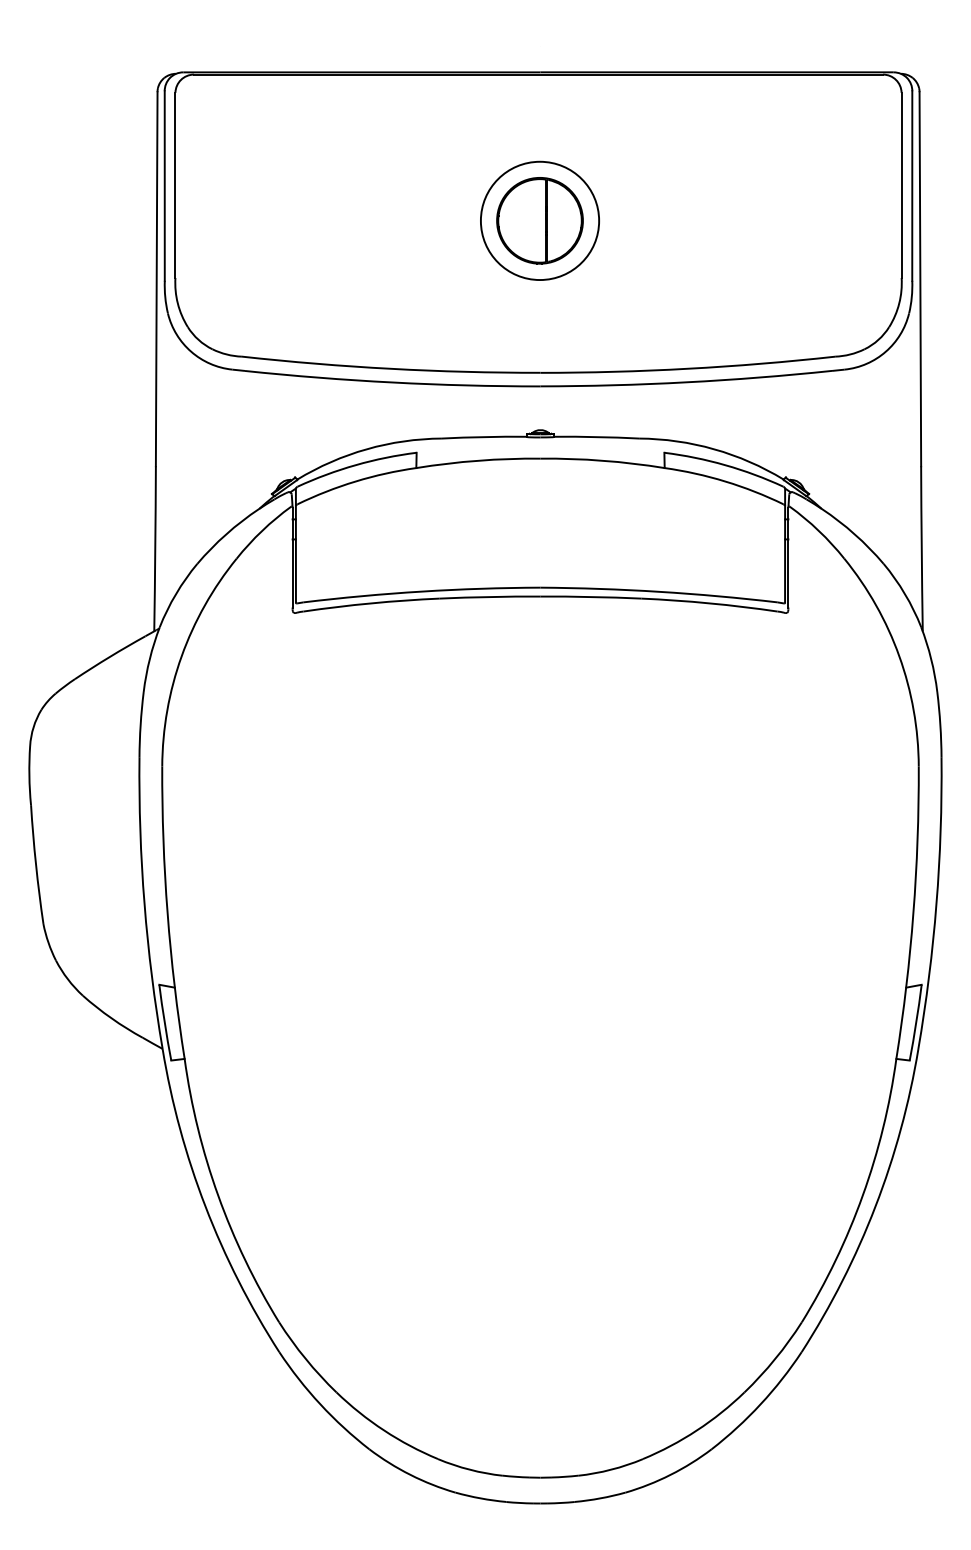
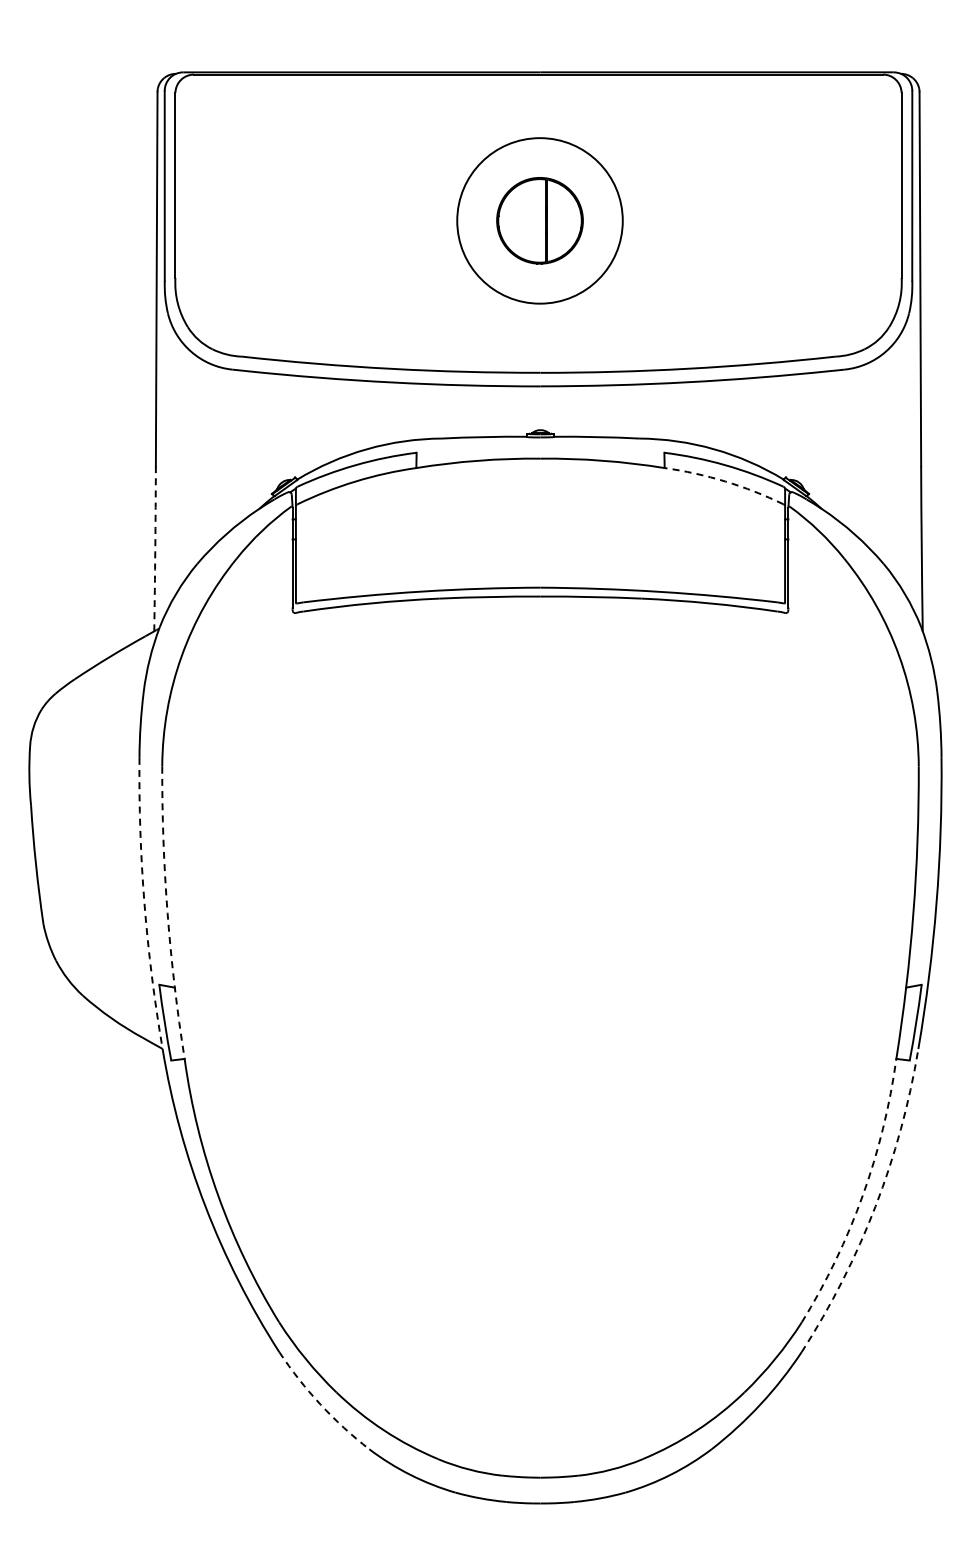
circle at (539, 220) diameter: 118 px -> 166 px
arc at (725, 481): solid -> dashed
arc at (155, 548): solid -> dashed
arc at (144, 903): solid -> dashed
arc at (167, 913): solid -> dashed
arc at (862, 1195): solid -> dashed
arc at (875, 1206): solid -> dashed
arc at (320, 1404): solid -> dashed
